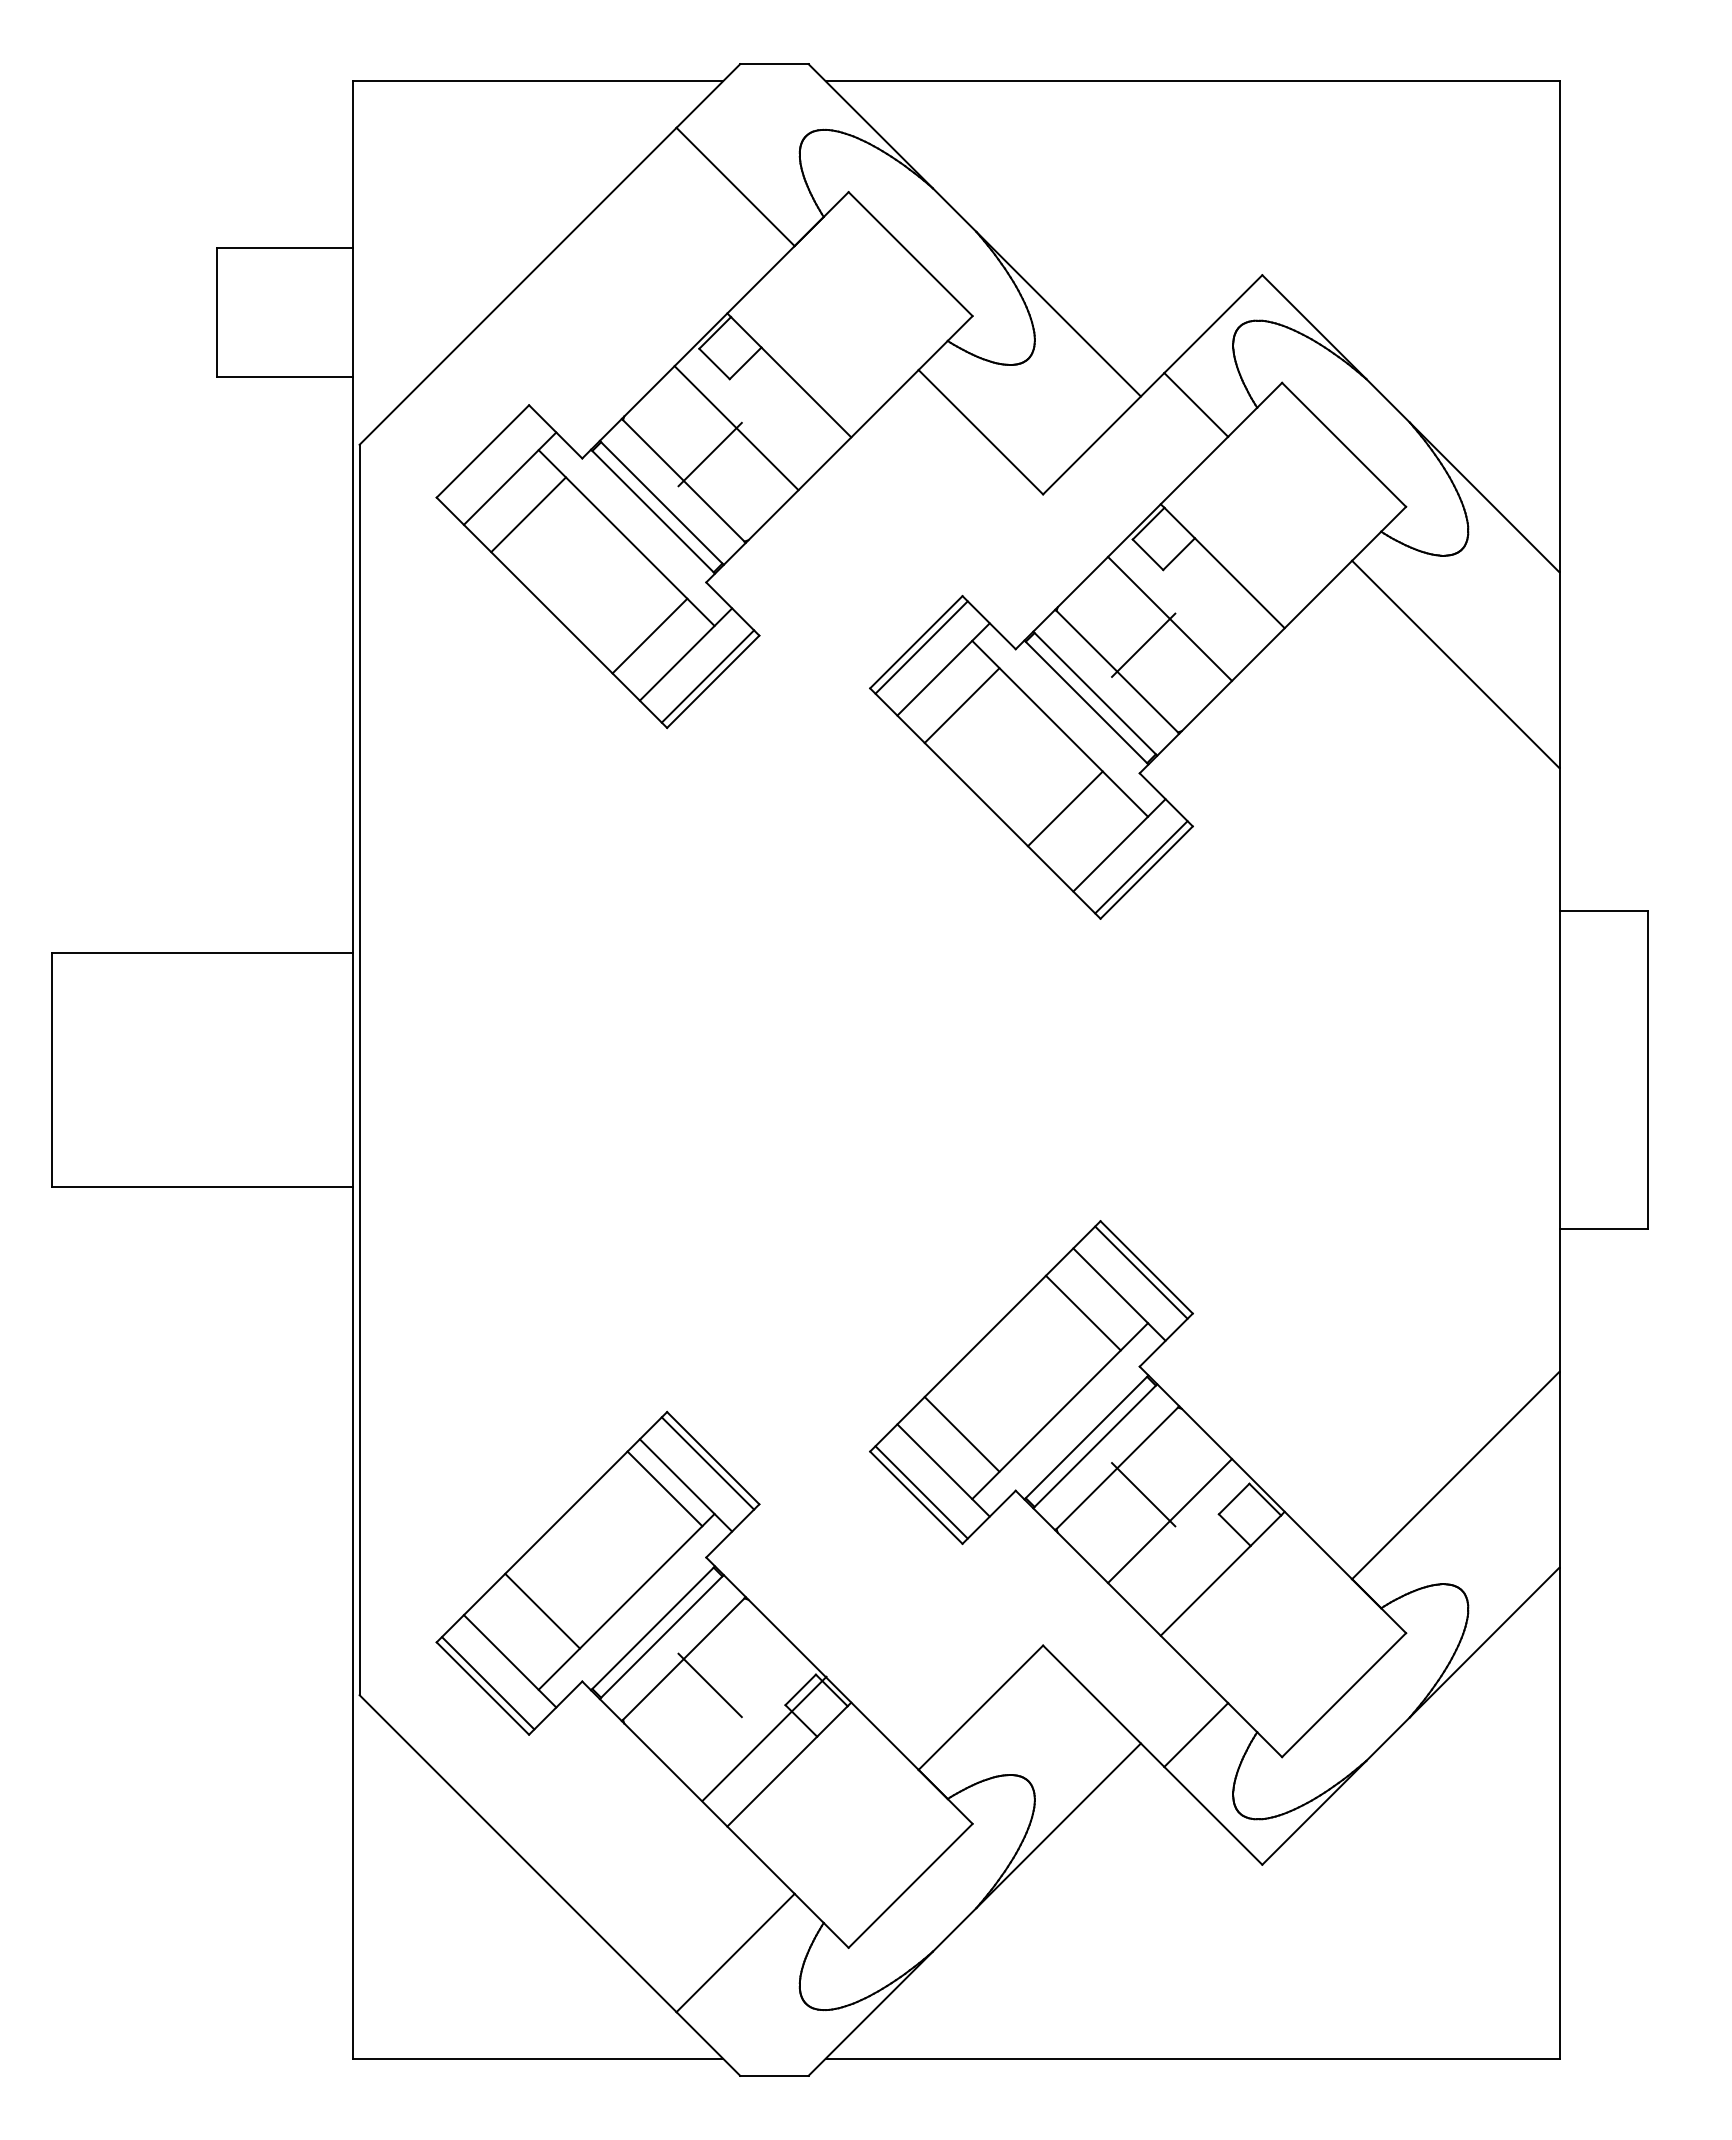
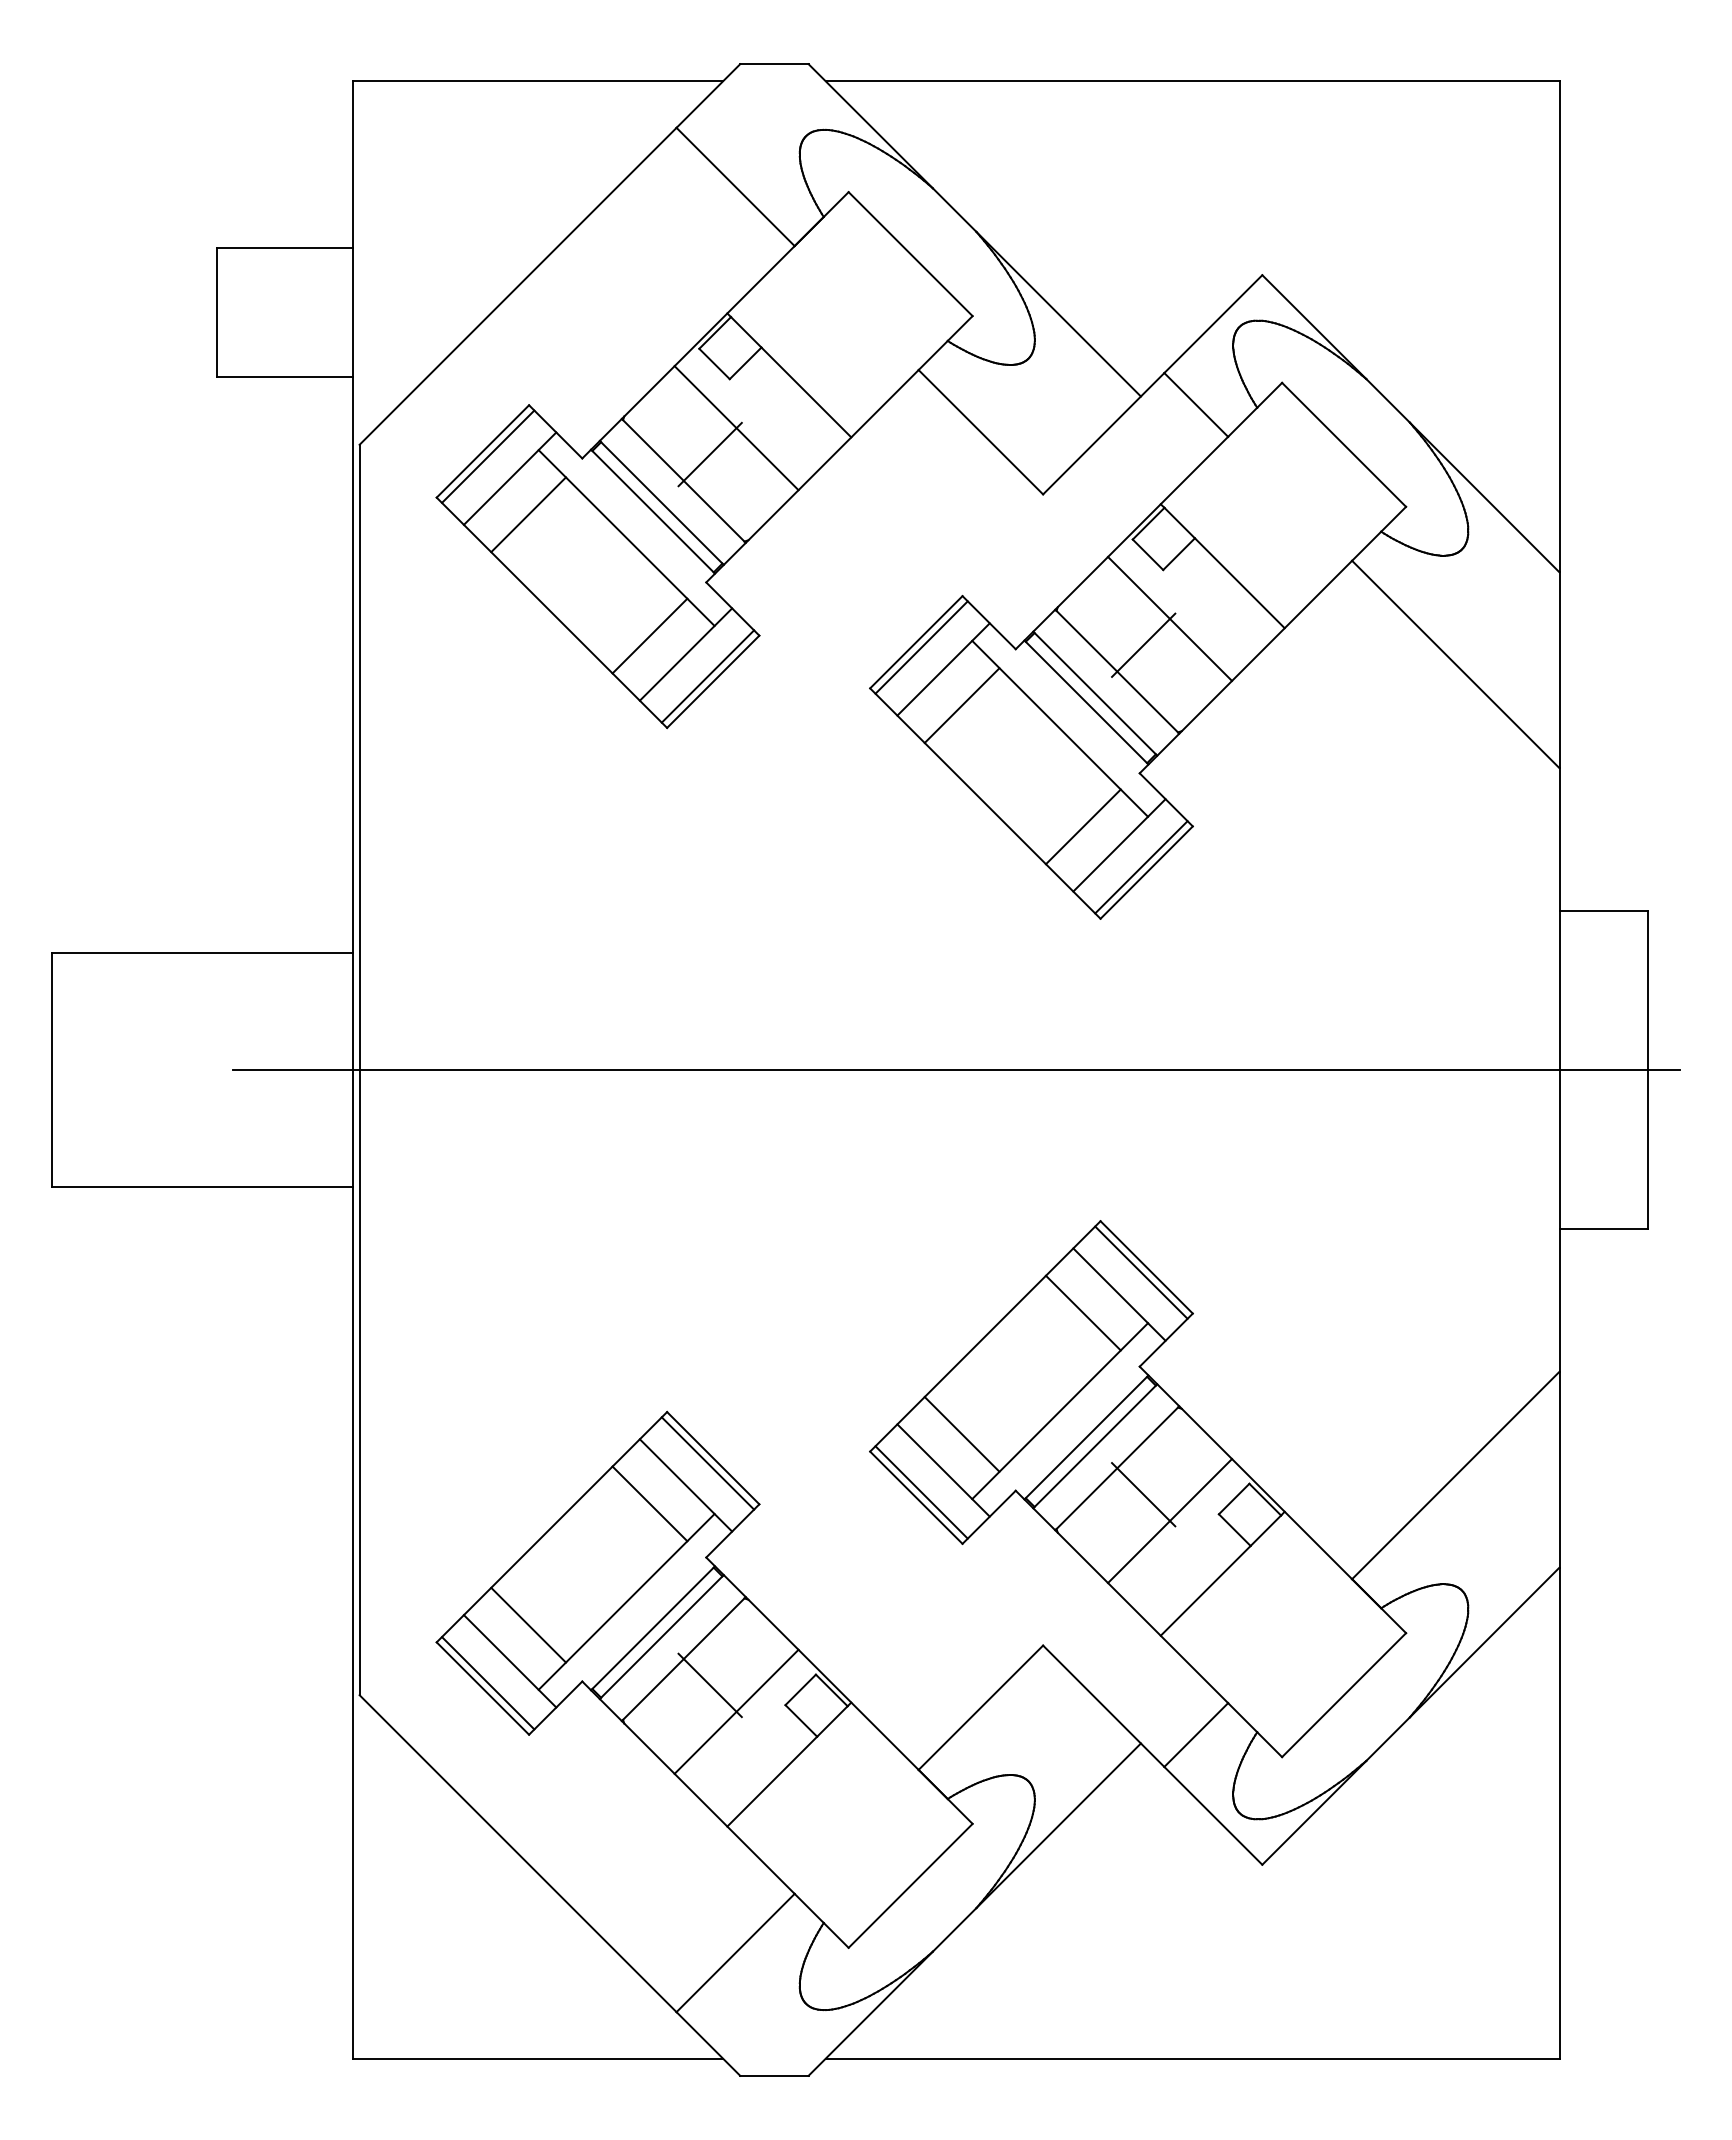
line at (488, 456): none -> present
line at (1064, 808) position: (1064, 808) -> (1082, 826)
line at (956, 1070): none -> present
line at (664, 1488) position: (664, 1488) -> (649, 1503)
line at (542, 1610) position: (542, 1610) -> (528, 1624)
line at (764, 1738) position: (764, 1738) -> (736, 1711)
